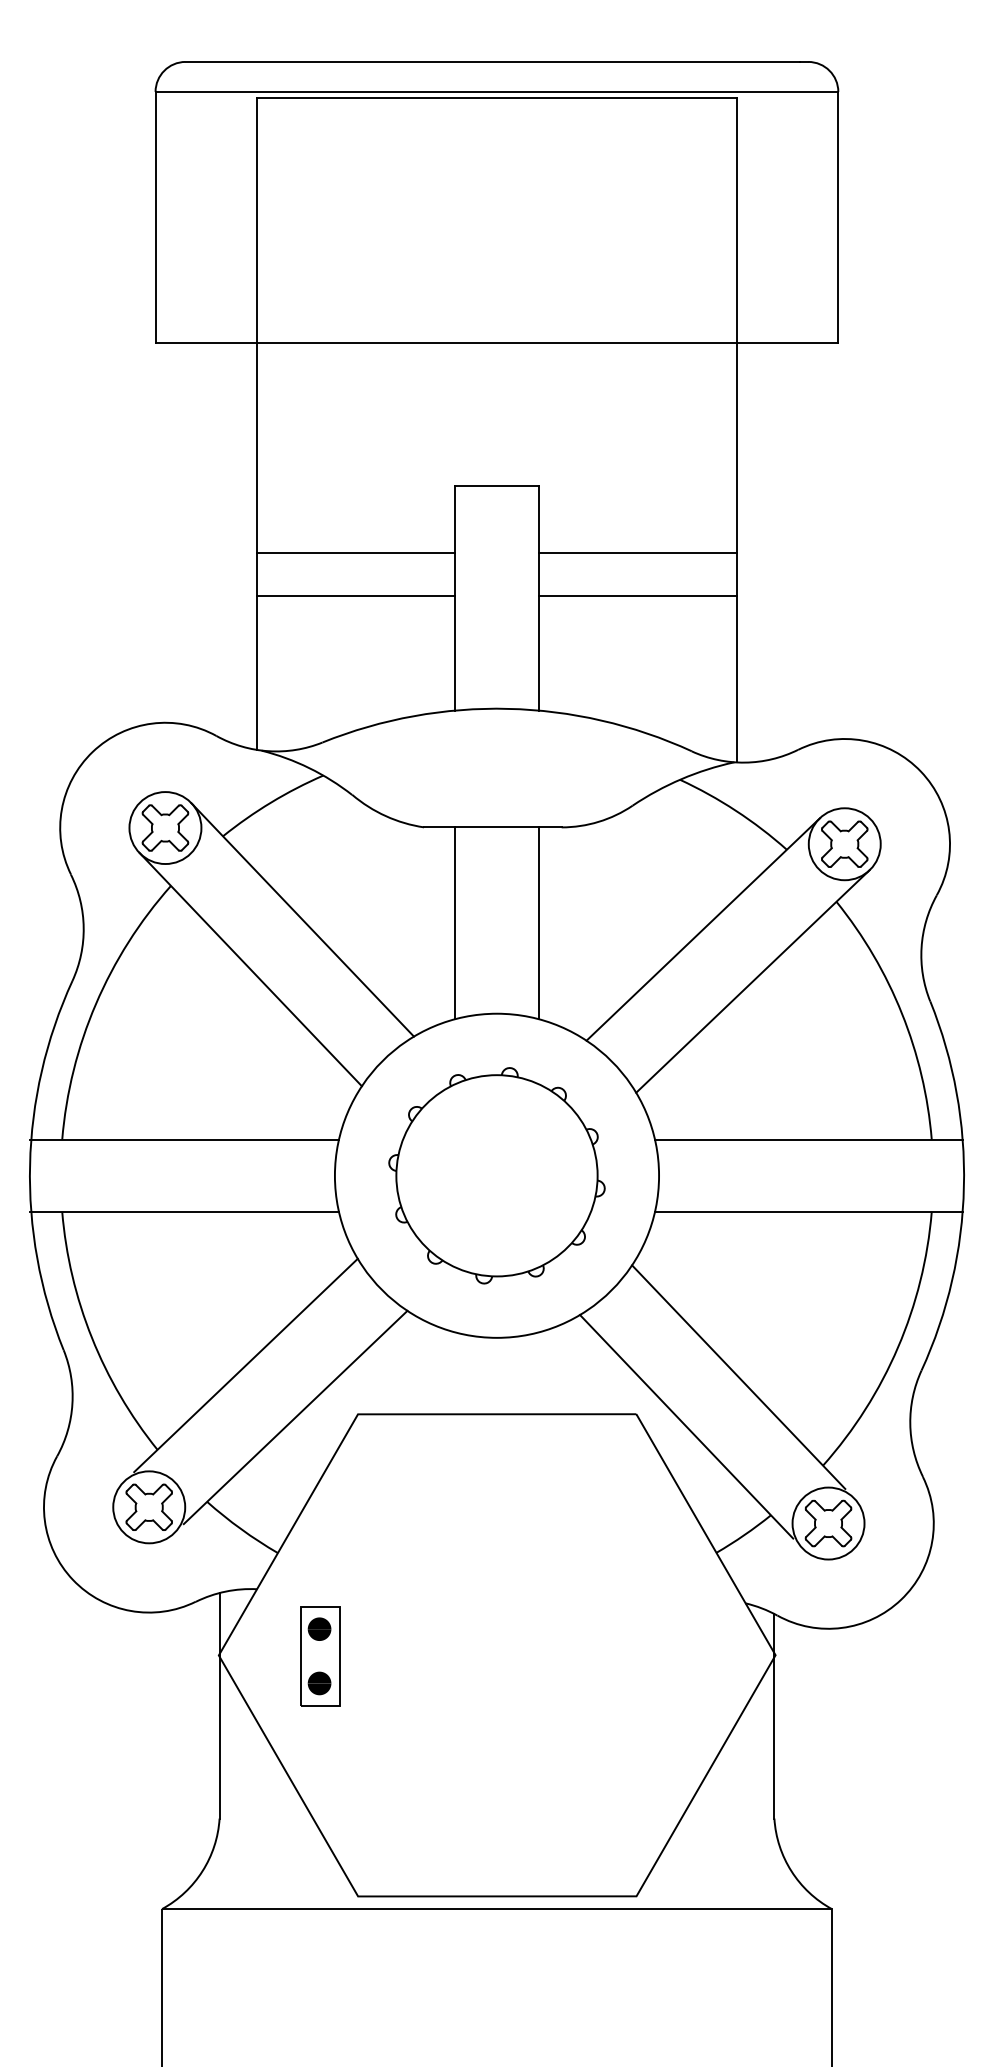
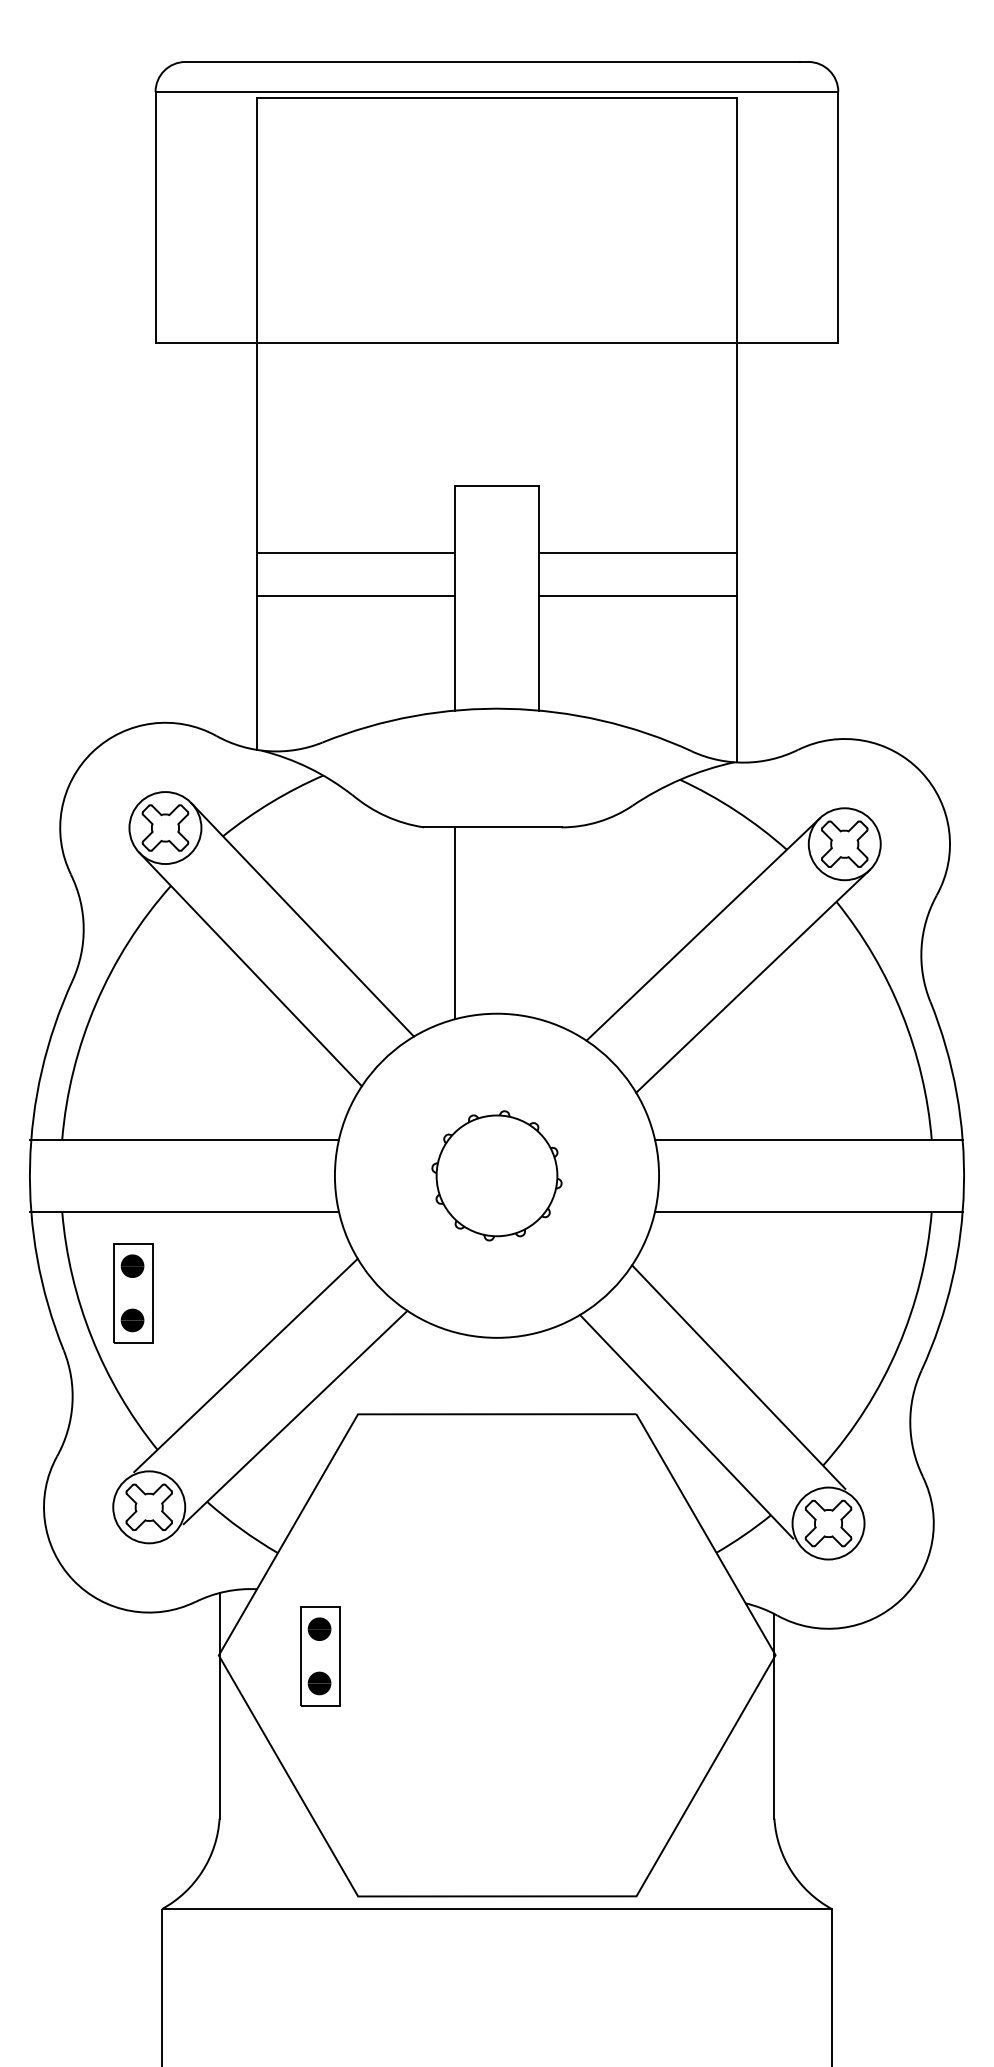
line at (538, 923): present -> none
part at (496, 1175) size: 218x218 px -> 132x132 px
part at (133, 1293): none -> present
